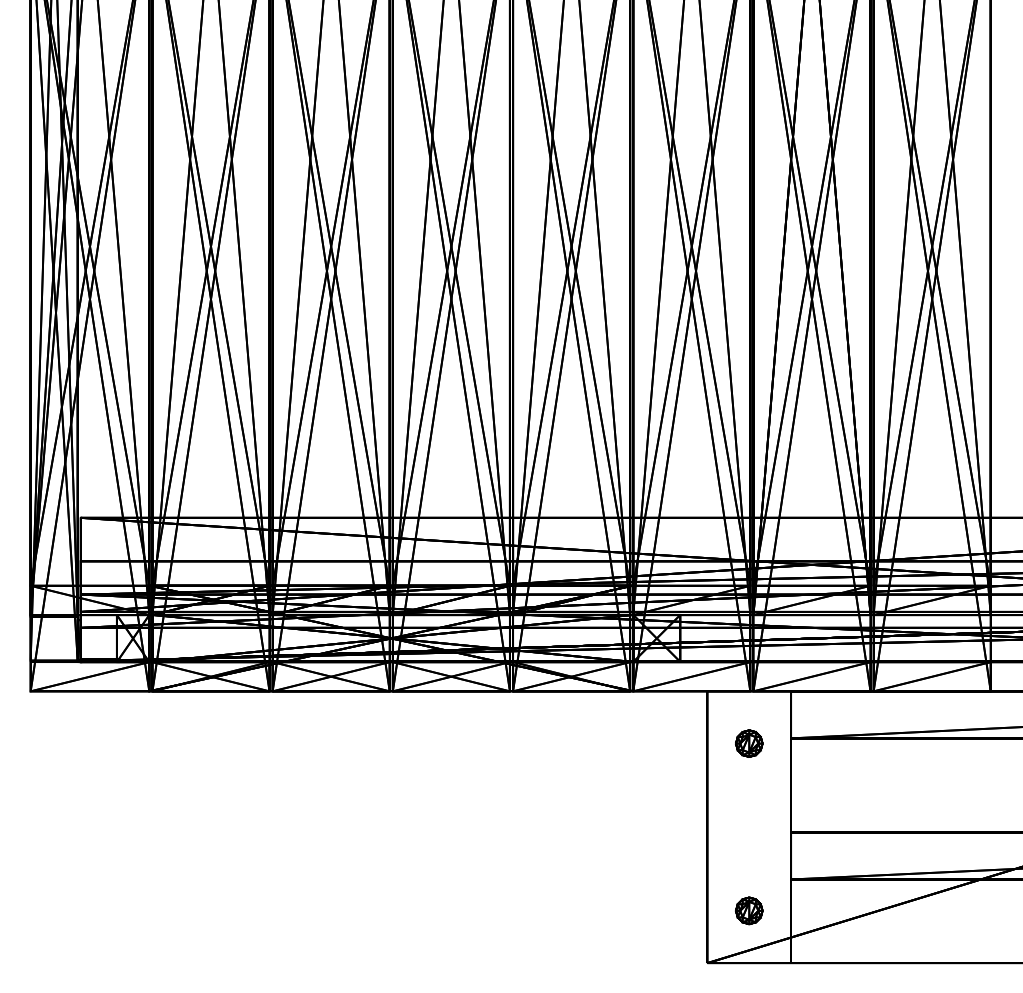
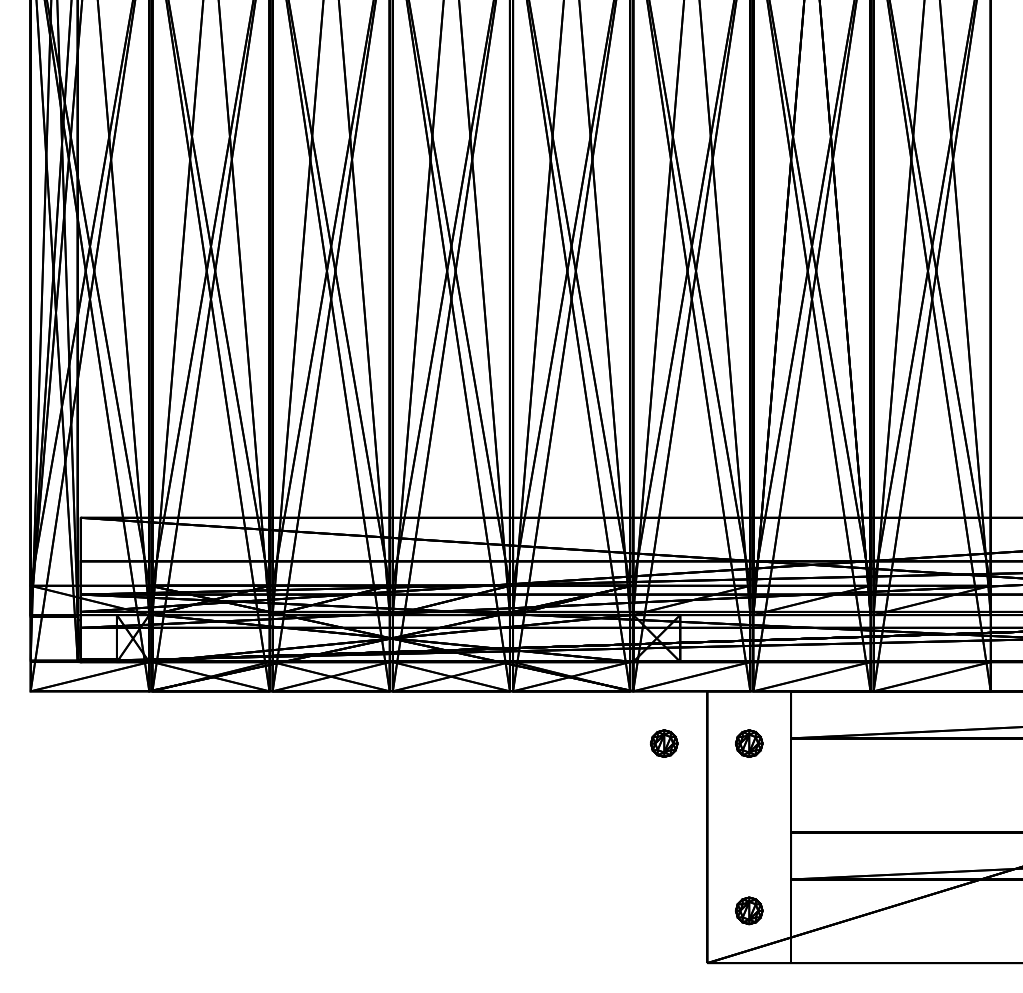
part at (664, 743): none -> present
